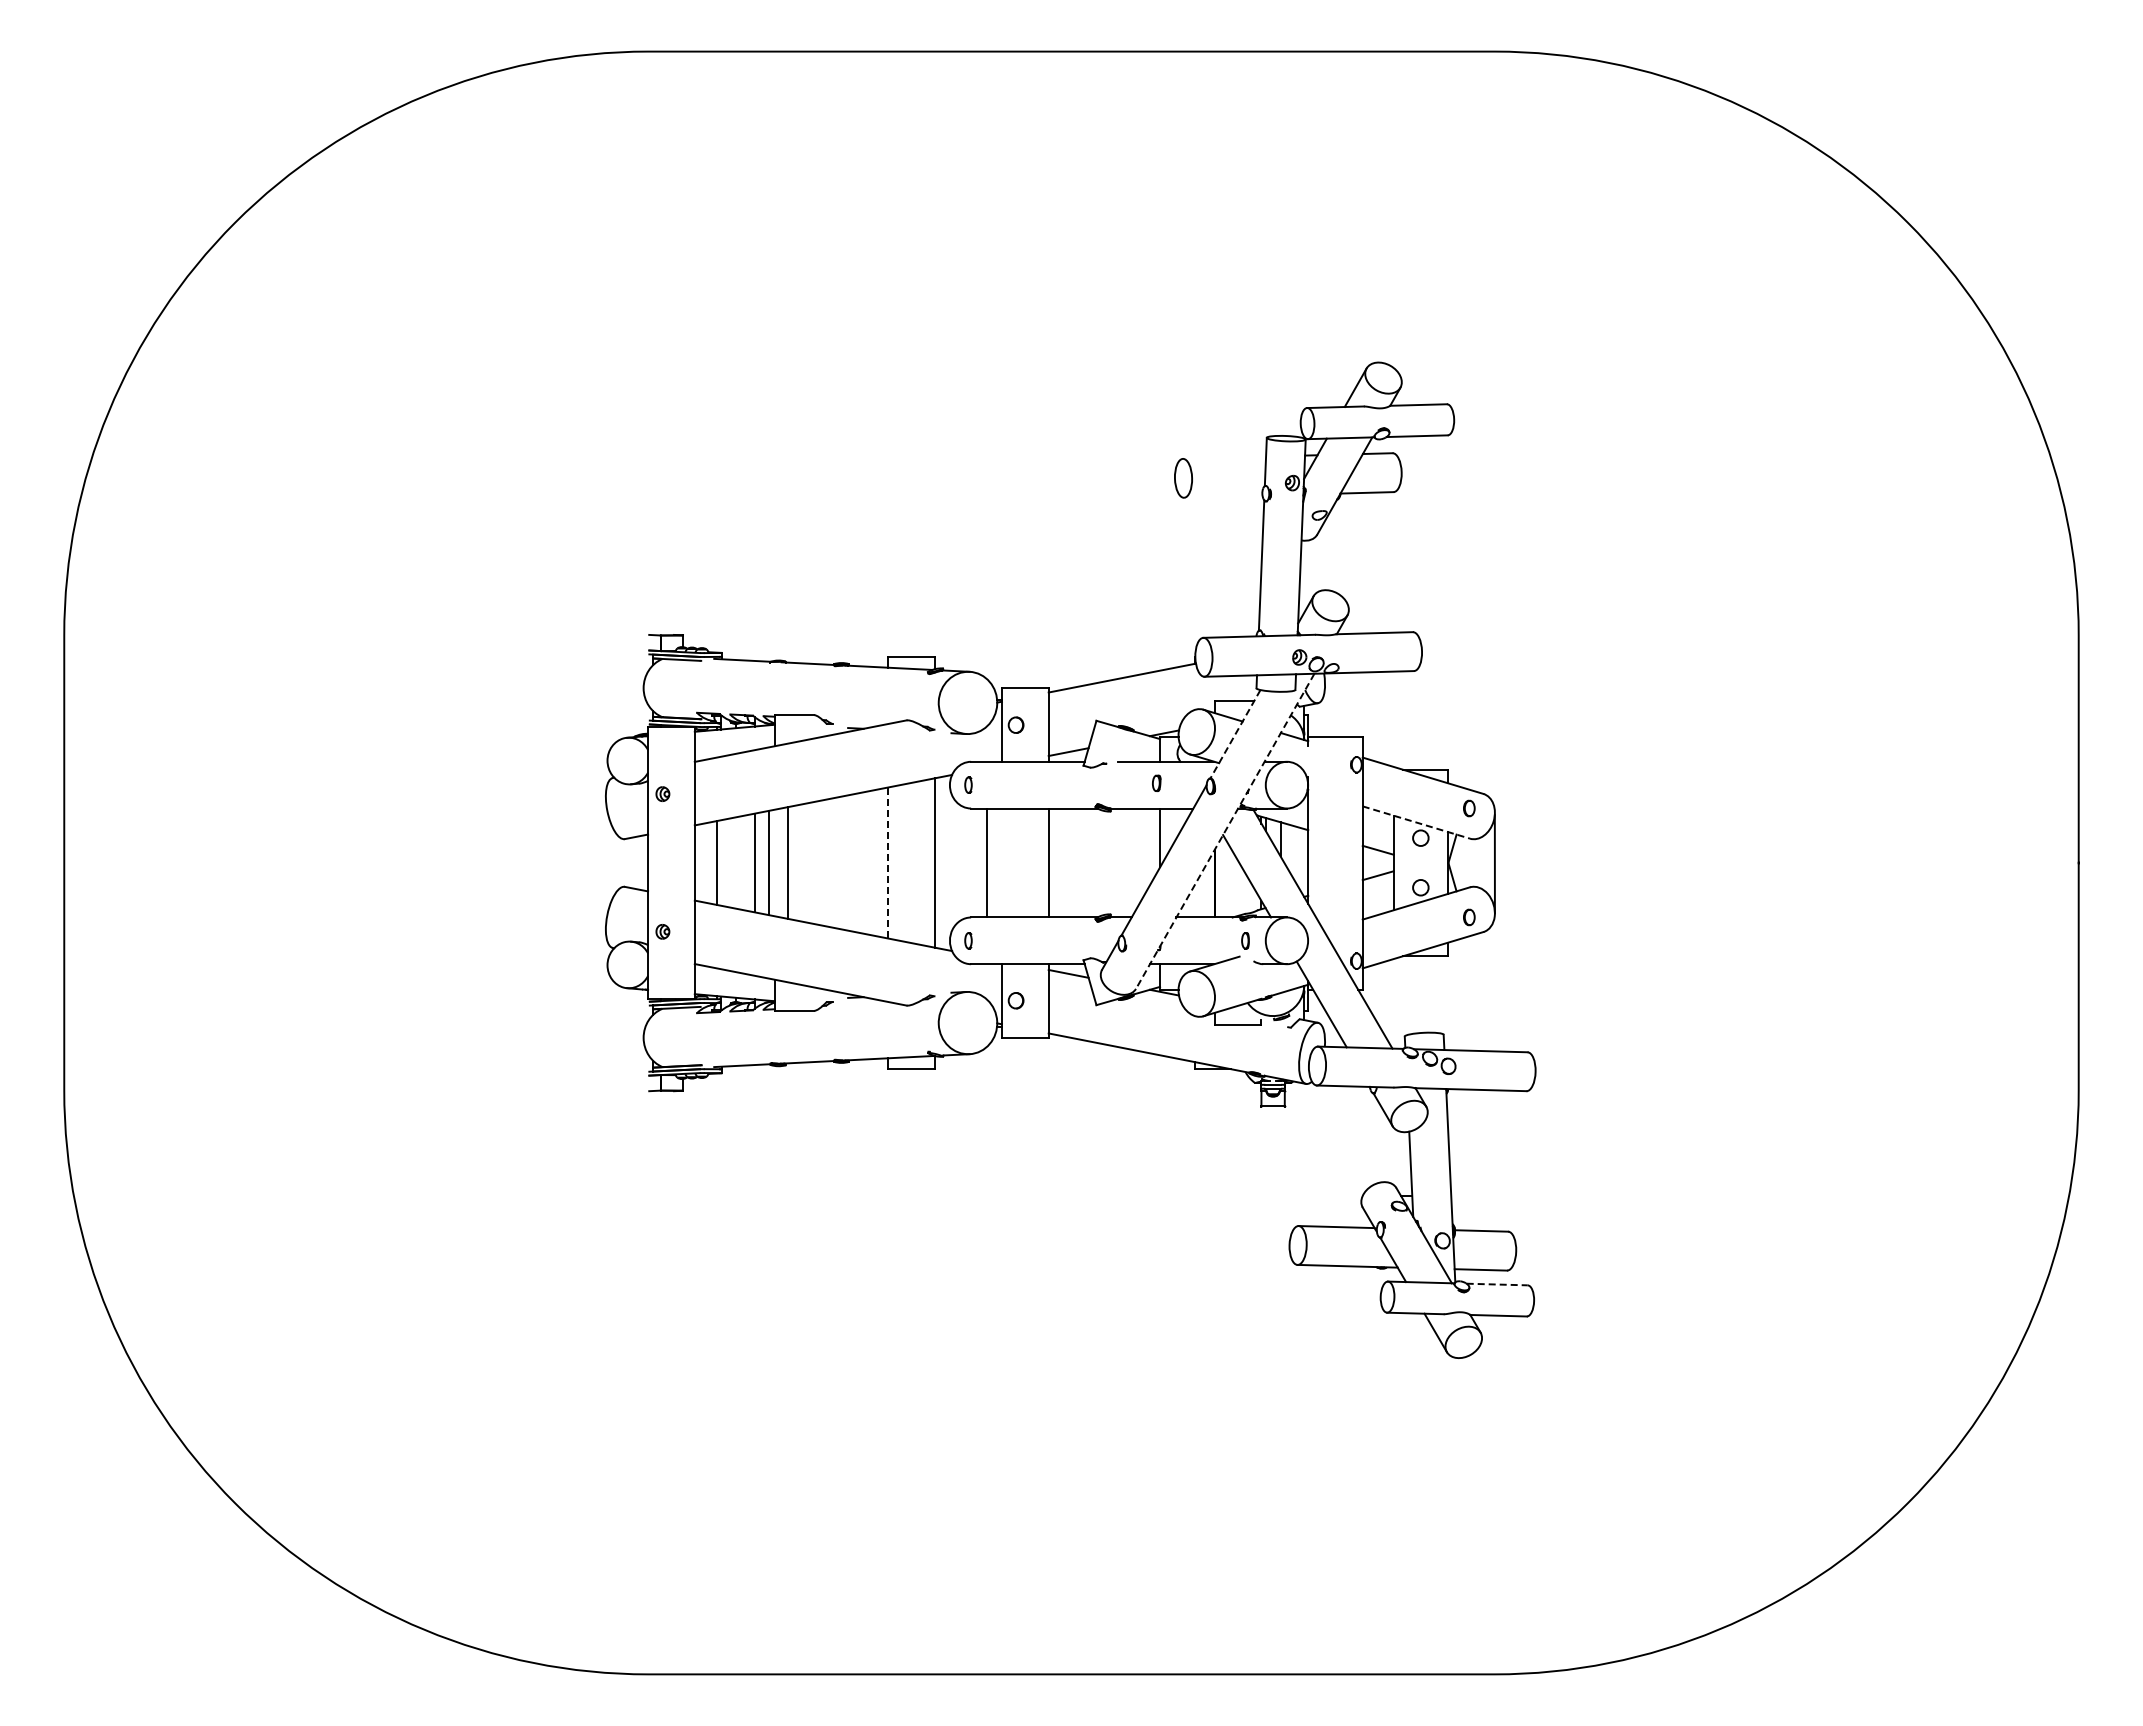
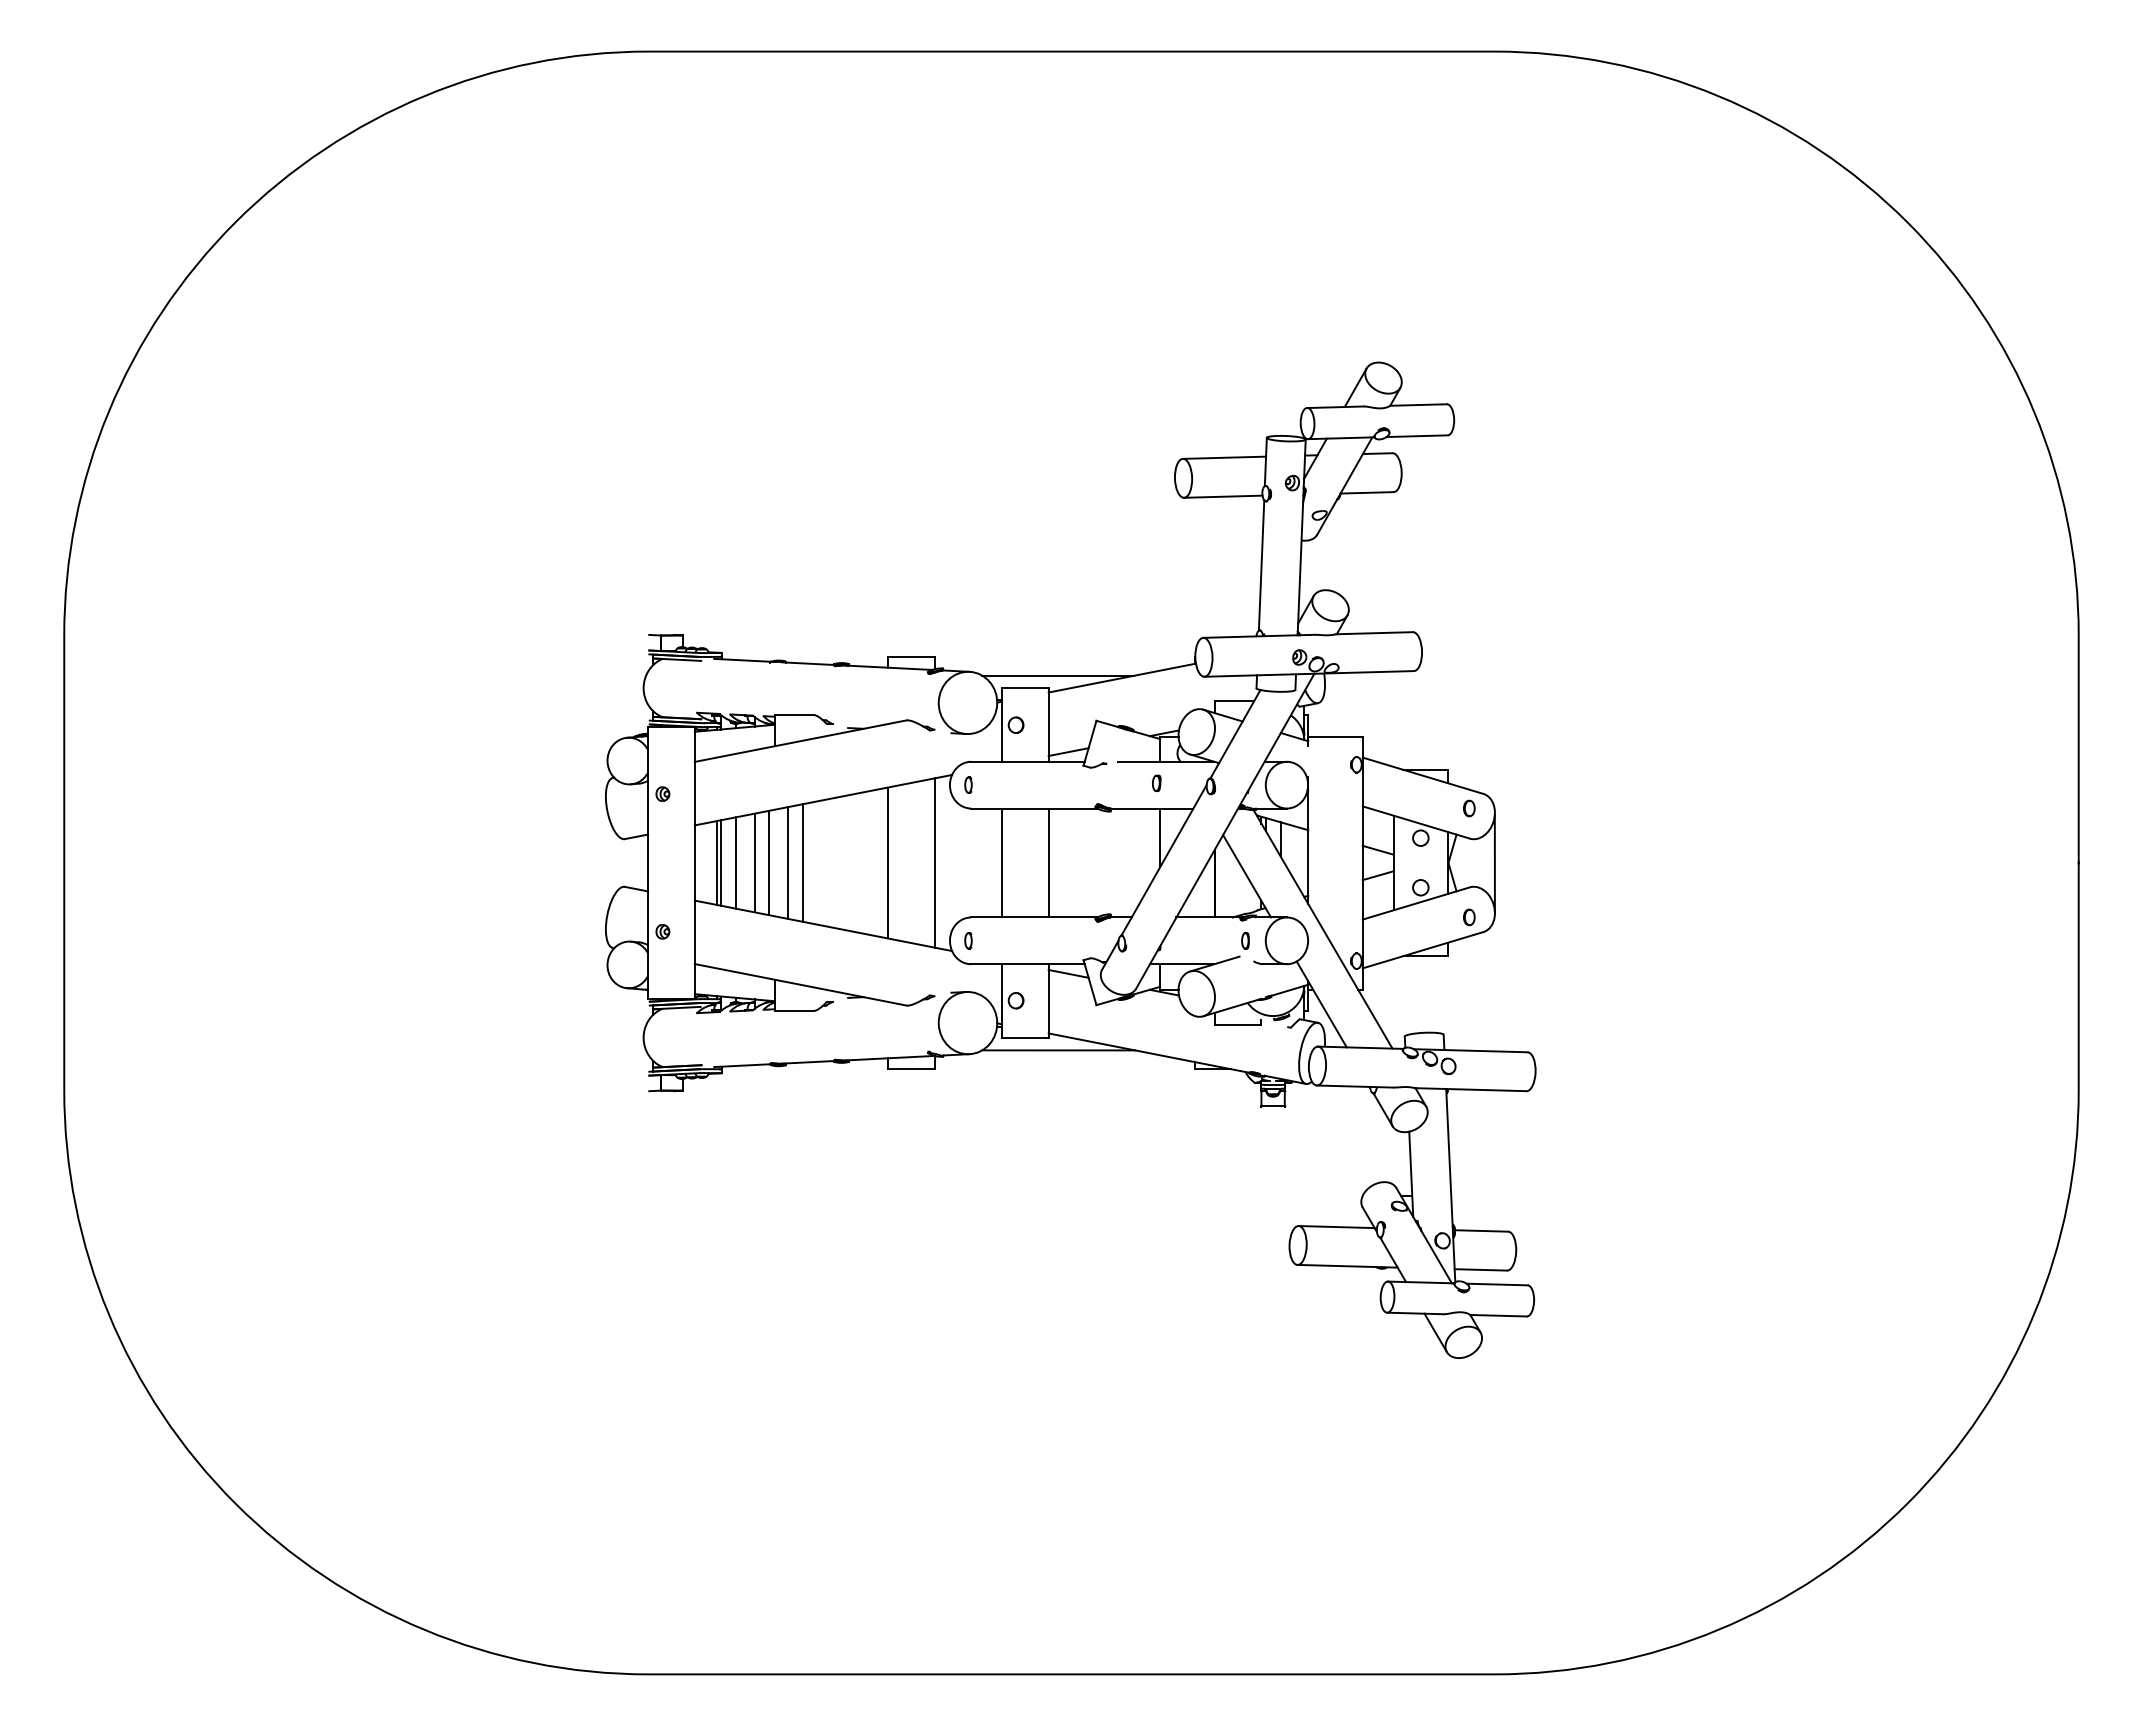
line at (1224, 457): none -> present
line at (1223, 496): none -> present
line at (1058, 675): none -> present
line at (1235, 734): dashed -> solid
line at (1416, 822): dashed -> solid
line at (1224, 831): dashed -> solid
line at (721, 862): none -> present
line at (736, 862): none -> present
line at (802, 862): none -> present
line at (986, 862) position: (986, 862) -> (1001, 862)
line at (887, 863): dashed -> solid
line at (1058, 1050): none -> present
line at (1497, 1284): dashed -> solid
